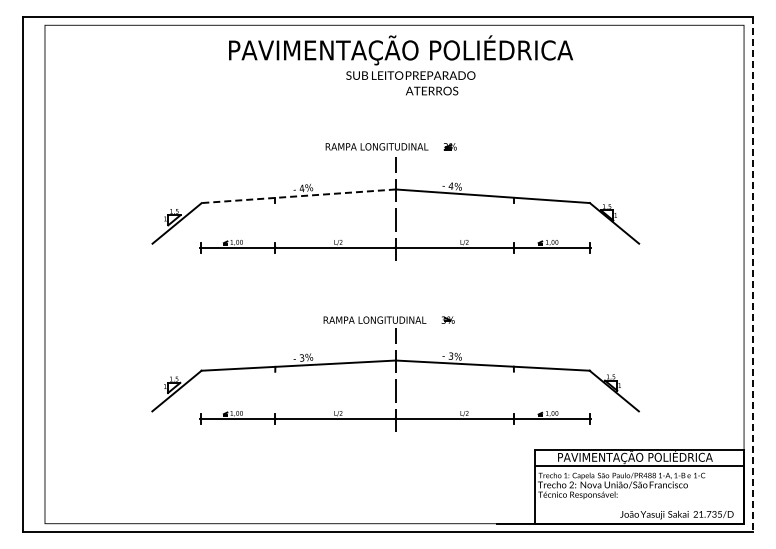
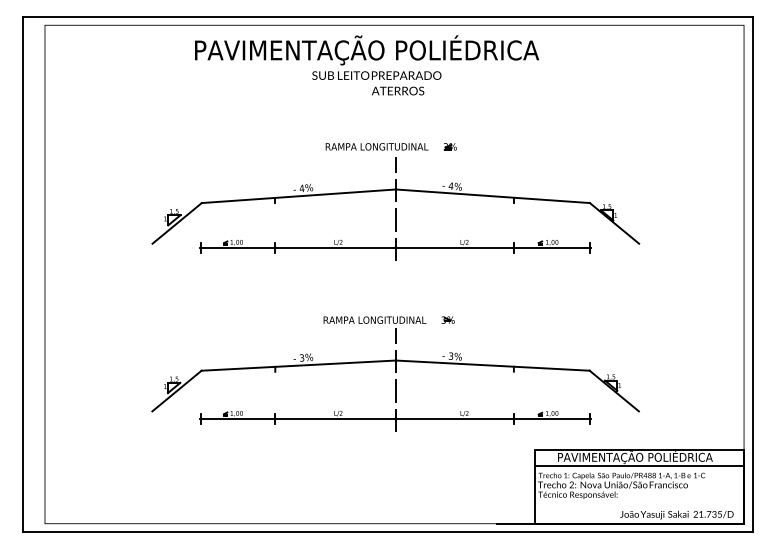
text at (400, 65) position: (400, 65) -> (366, 65)
line at (298, 196): dashed -> solid
line at (752, 274): dashed -> solid
